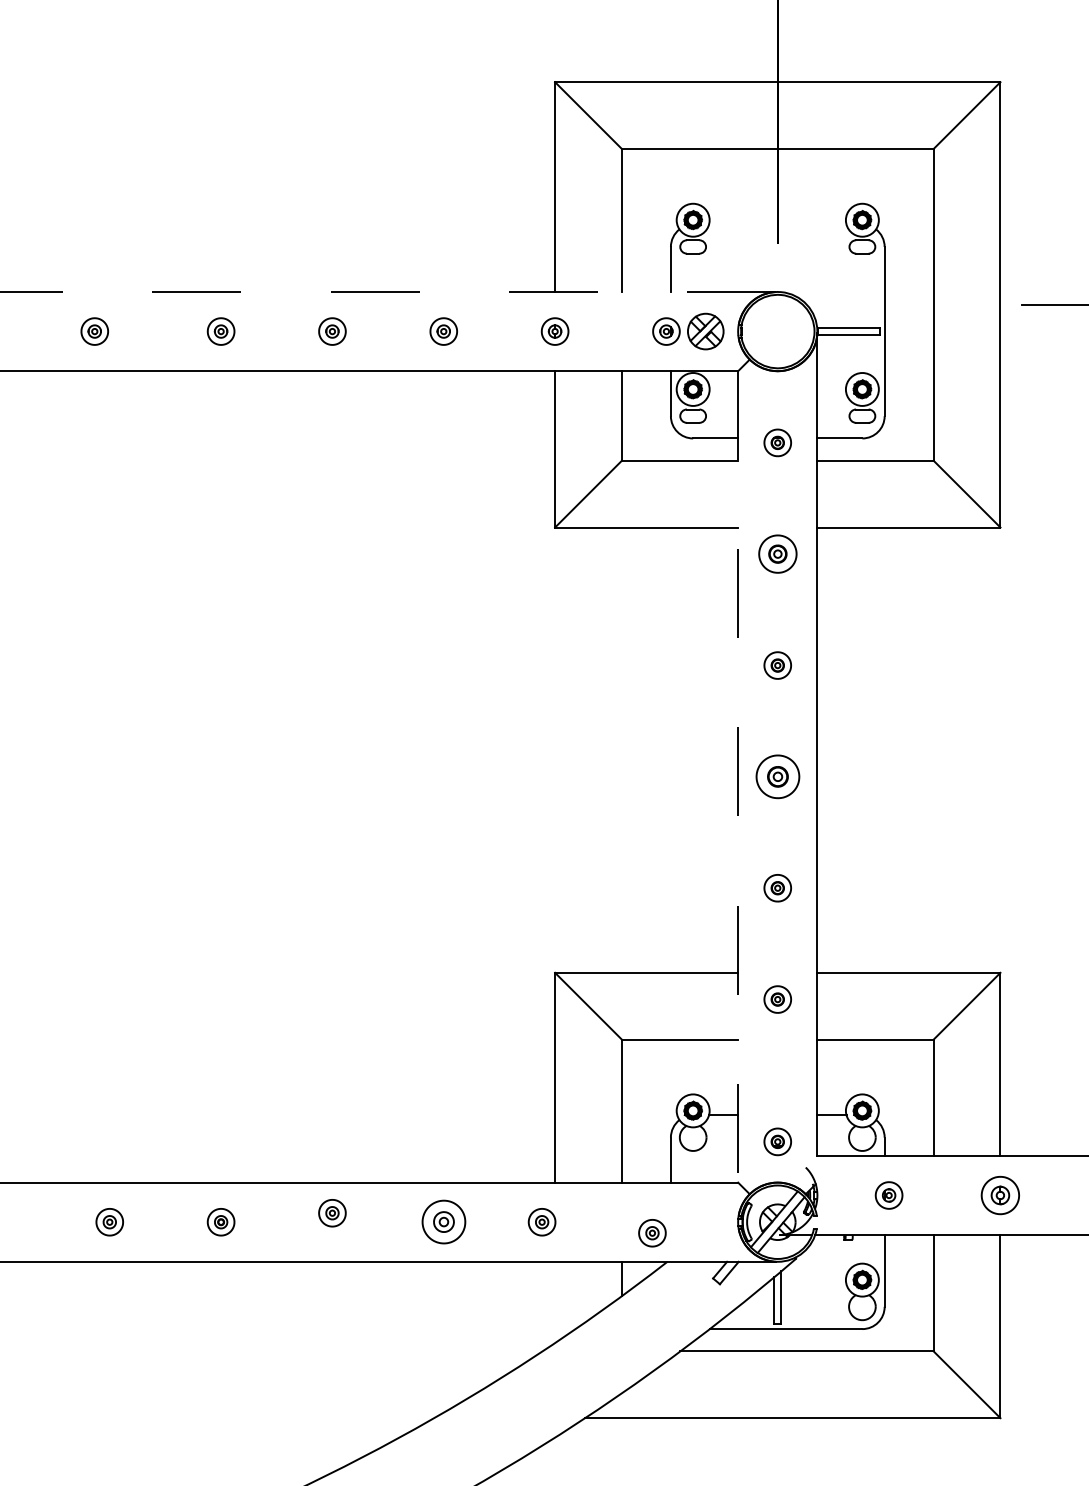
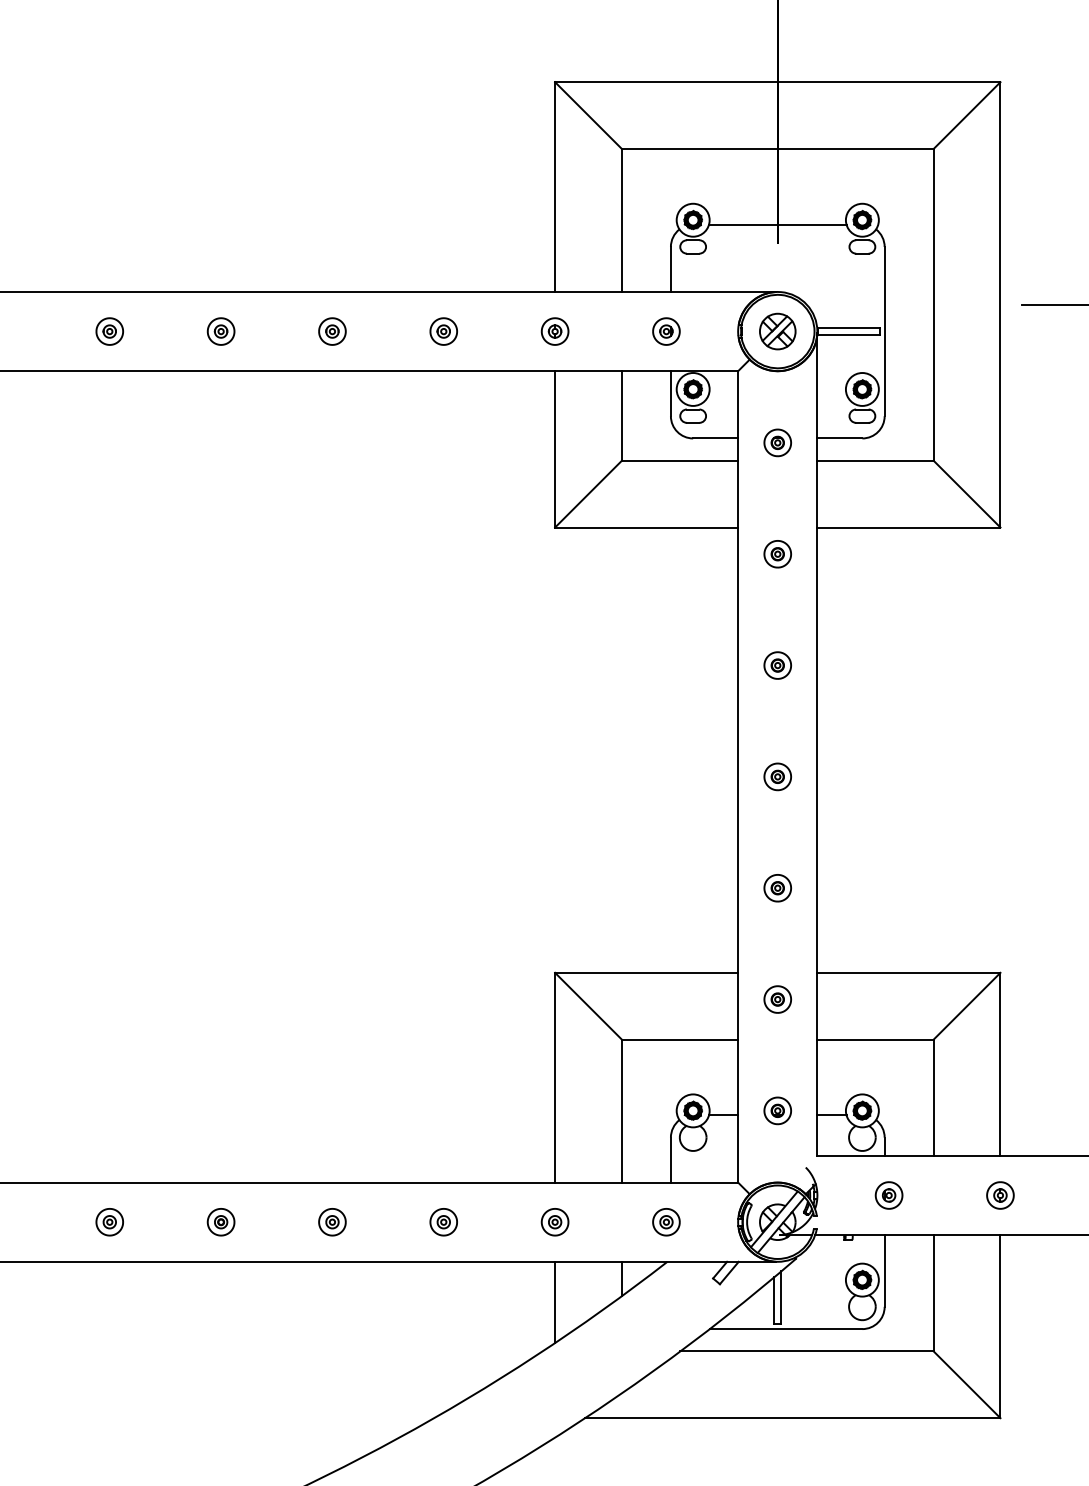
line at (777, 224): none -> present
line at (388, 292): dashed -> solid
part at (94, 331) position: (94, 331) -> (109, 331)
part at (705, 331) position: (705, 331) -> (777, 331)
part at (777, 553) size: 40x40 px -> 29x29 px
line at (738, 776): dashed -> solid
part at (777, 776) size: 46x46 px -> 29x30 px
part at (777, 1141) position: (777, 1141) -> (777, 1110)
part at (999, 1195) size: 40x41 px -> 29x29 px
part at (332, 1213) position: (332, 1213) -> (332, 1222)
part at (443, 1221) size: 46x46 px -> 29x29 px
part at (541, 1222) position: (541, 1222) -> (554, 1222)
part at (652, 1233) position: (652, 1233) -> (666, 1222)
line at (555, 1302): none -> present
